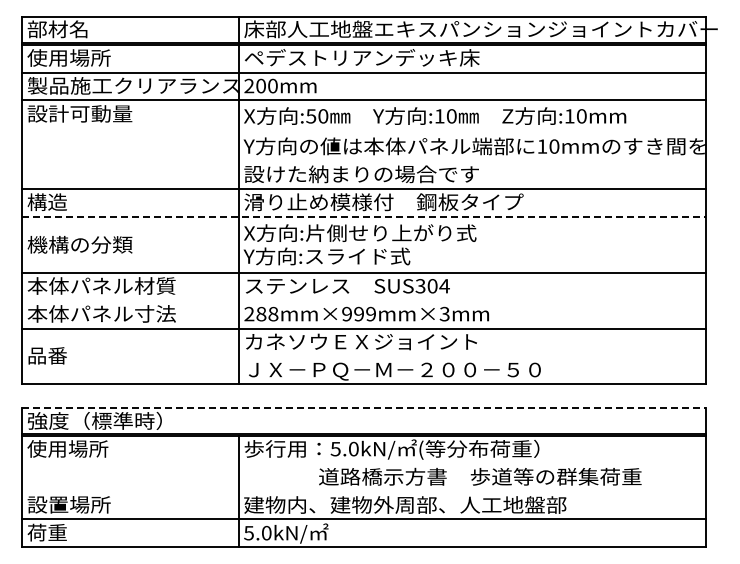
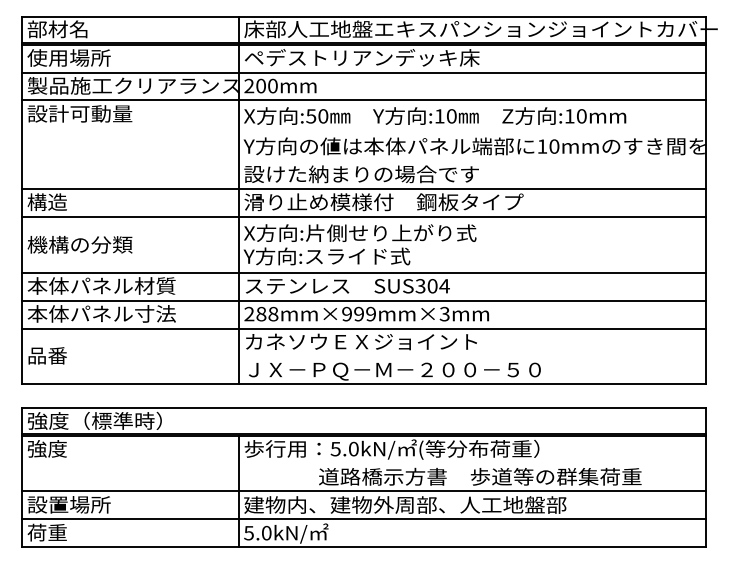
line at (364, 216): dashed -> solid
line at (364, 300): none -> present
line at (364, 407): dashed -> solid
text at (67, 448): 使用場所 -> 強度
line at (364, 491): none -> present
